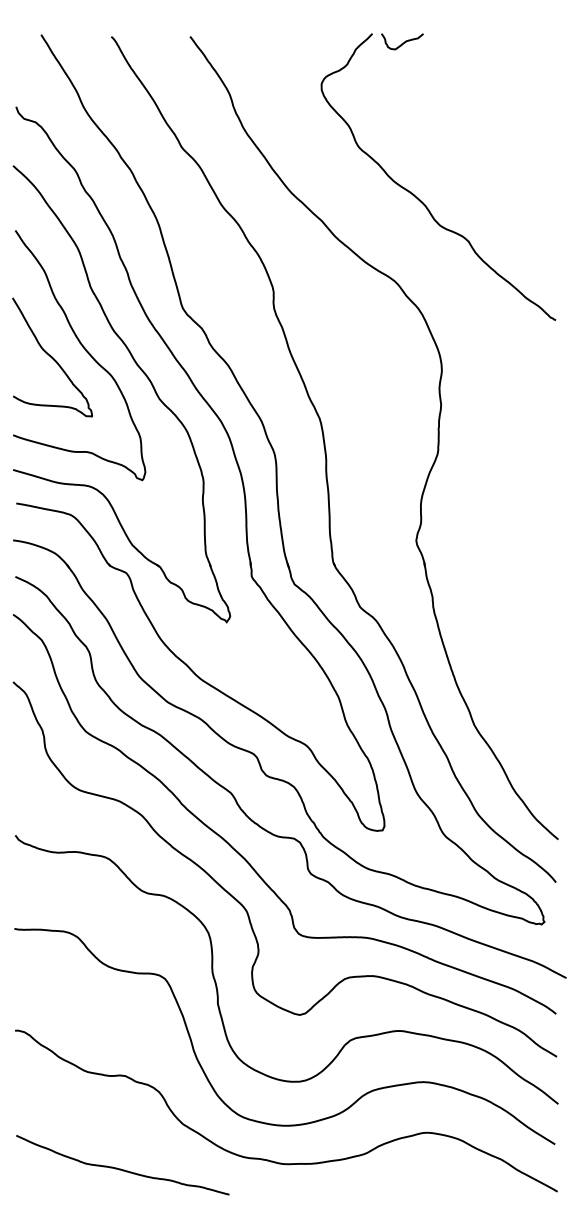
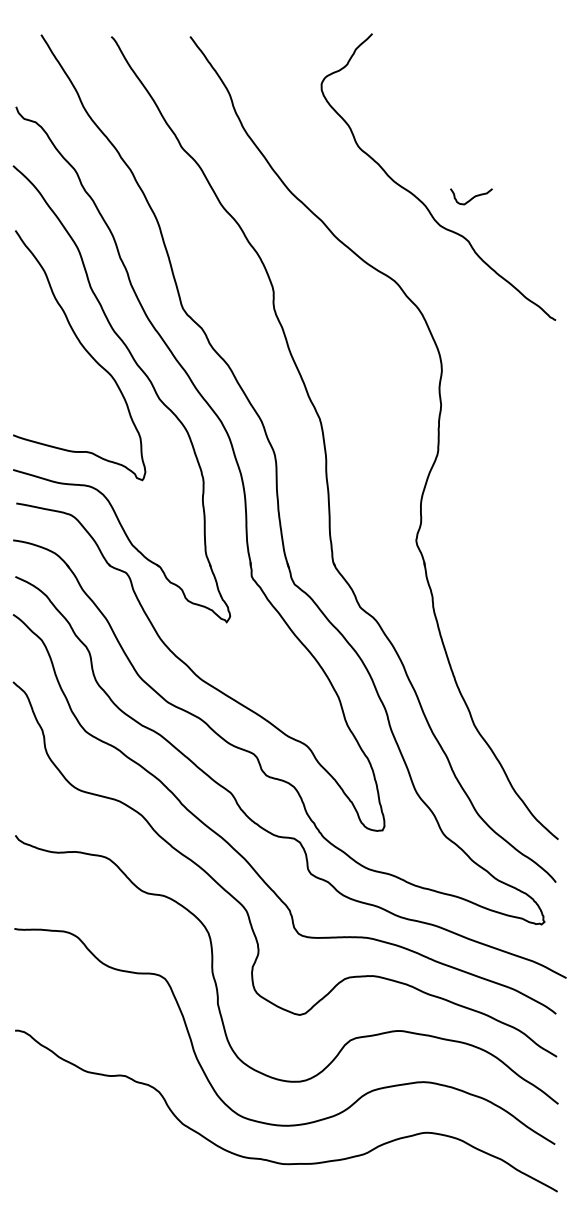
curve at (403, 42) position: (403, 42) -> (472, 197)
curve at (52, 357): present -> none
curve at (121, 1168): present -> none
